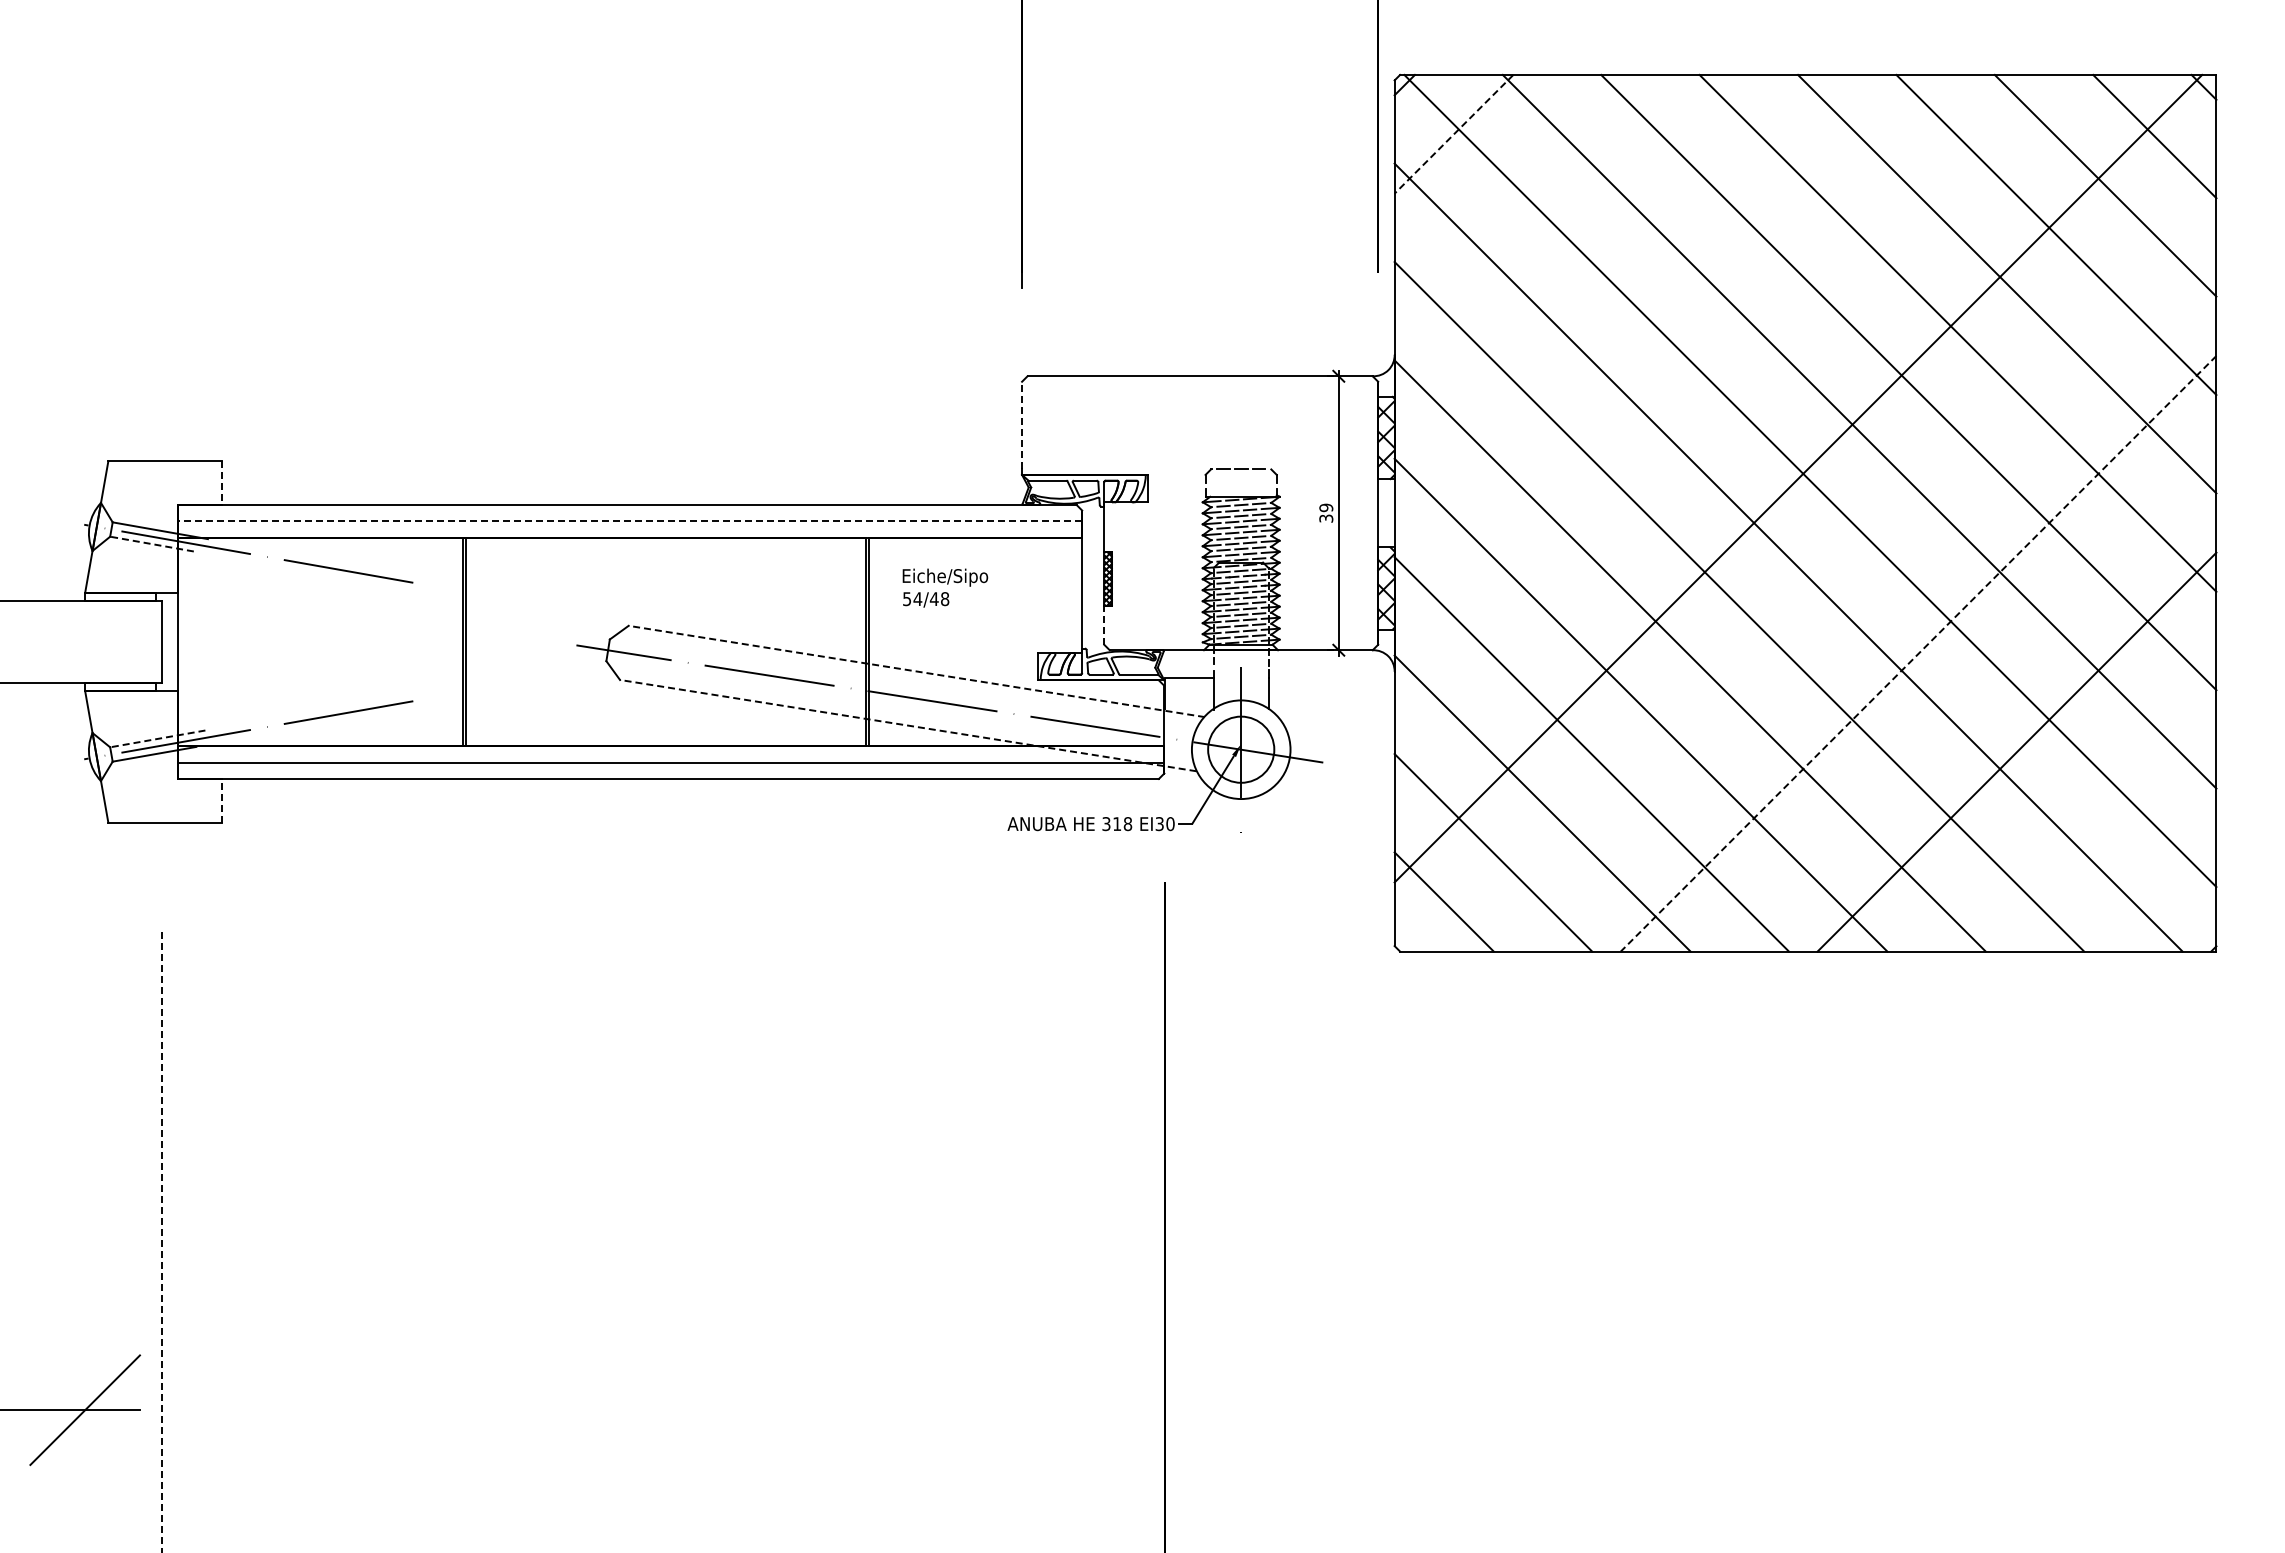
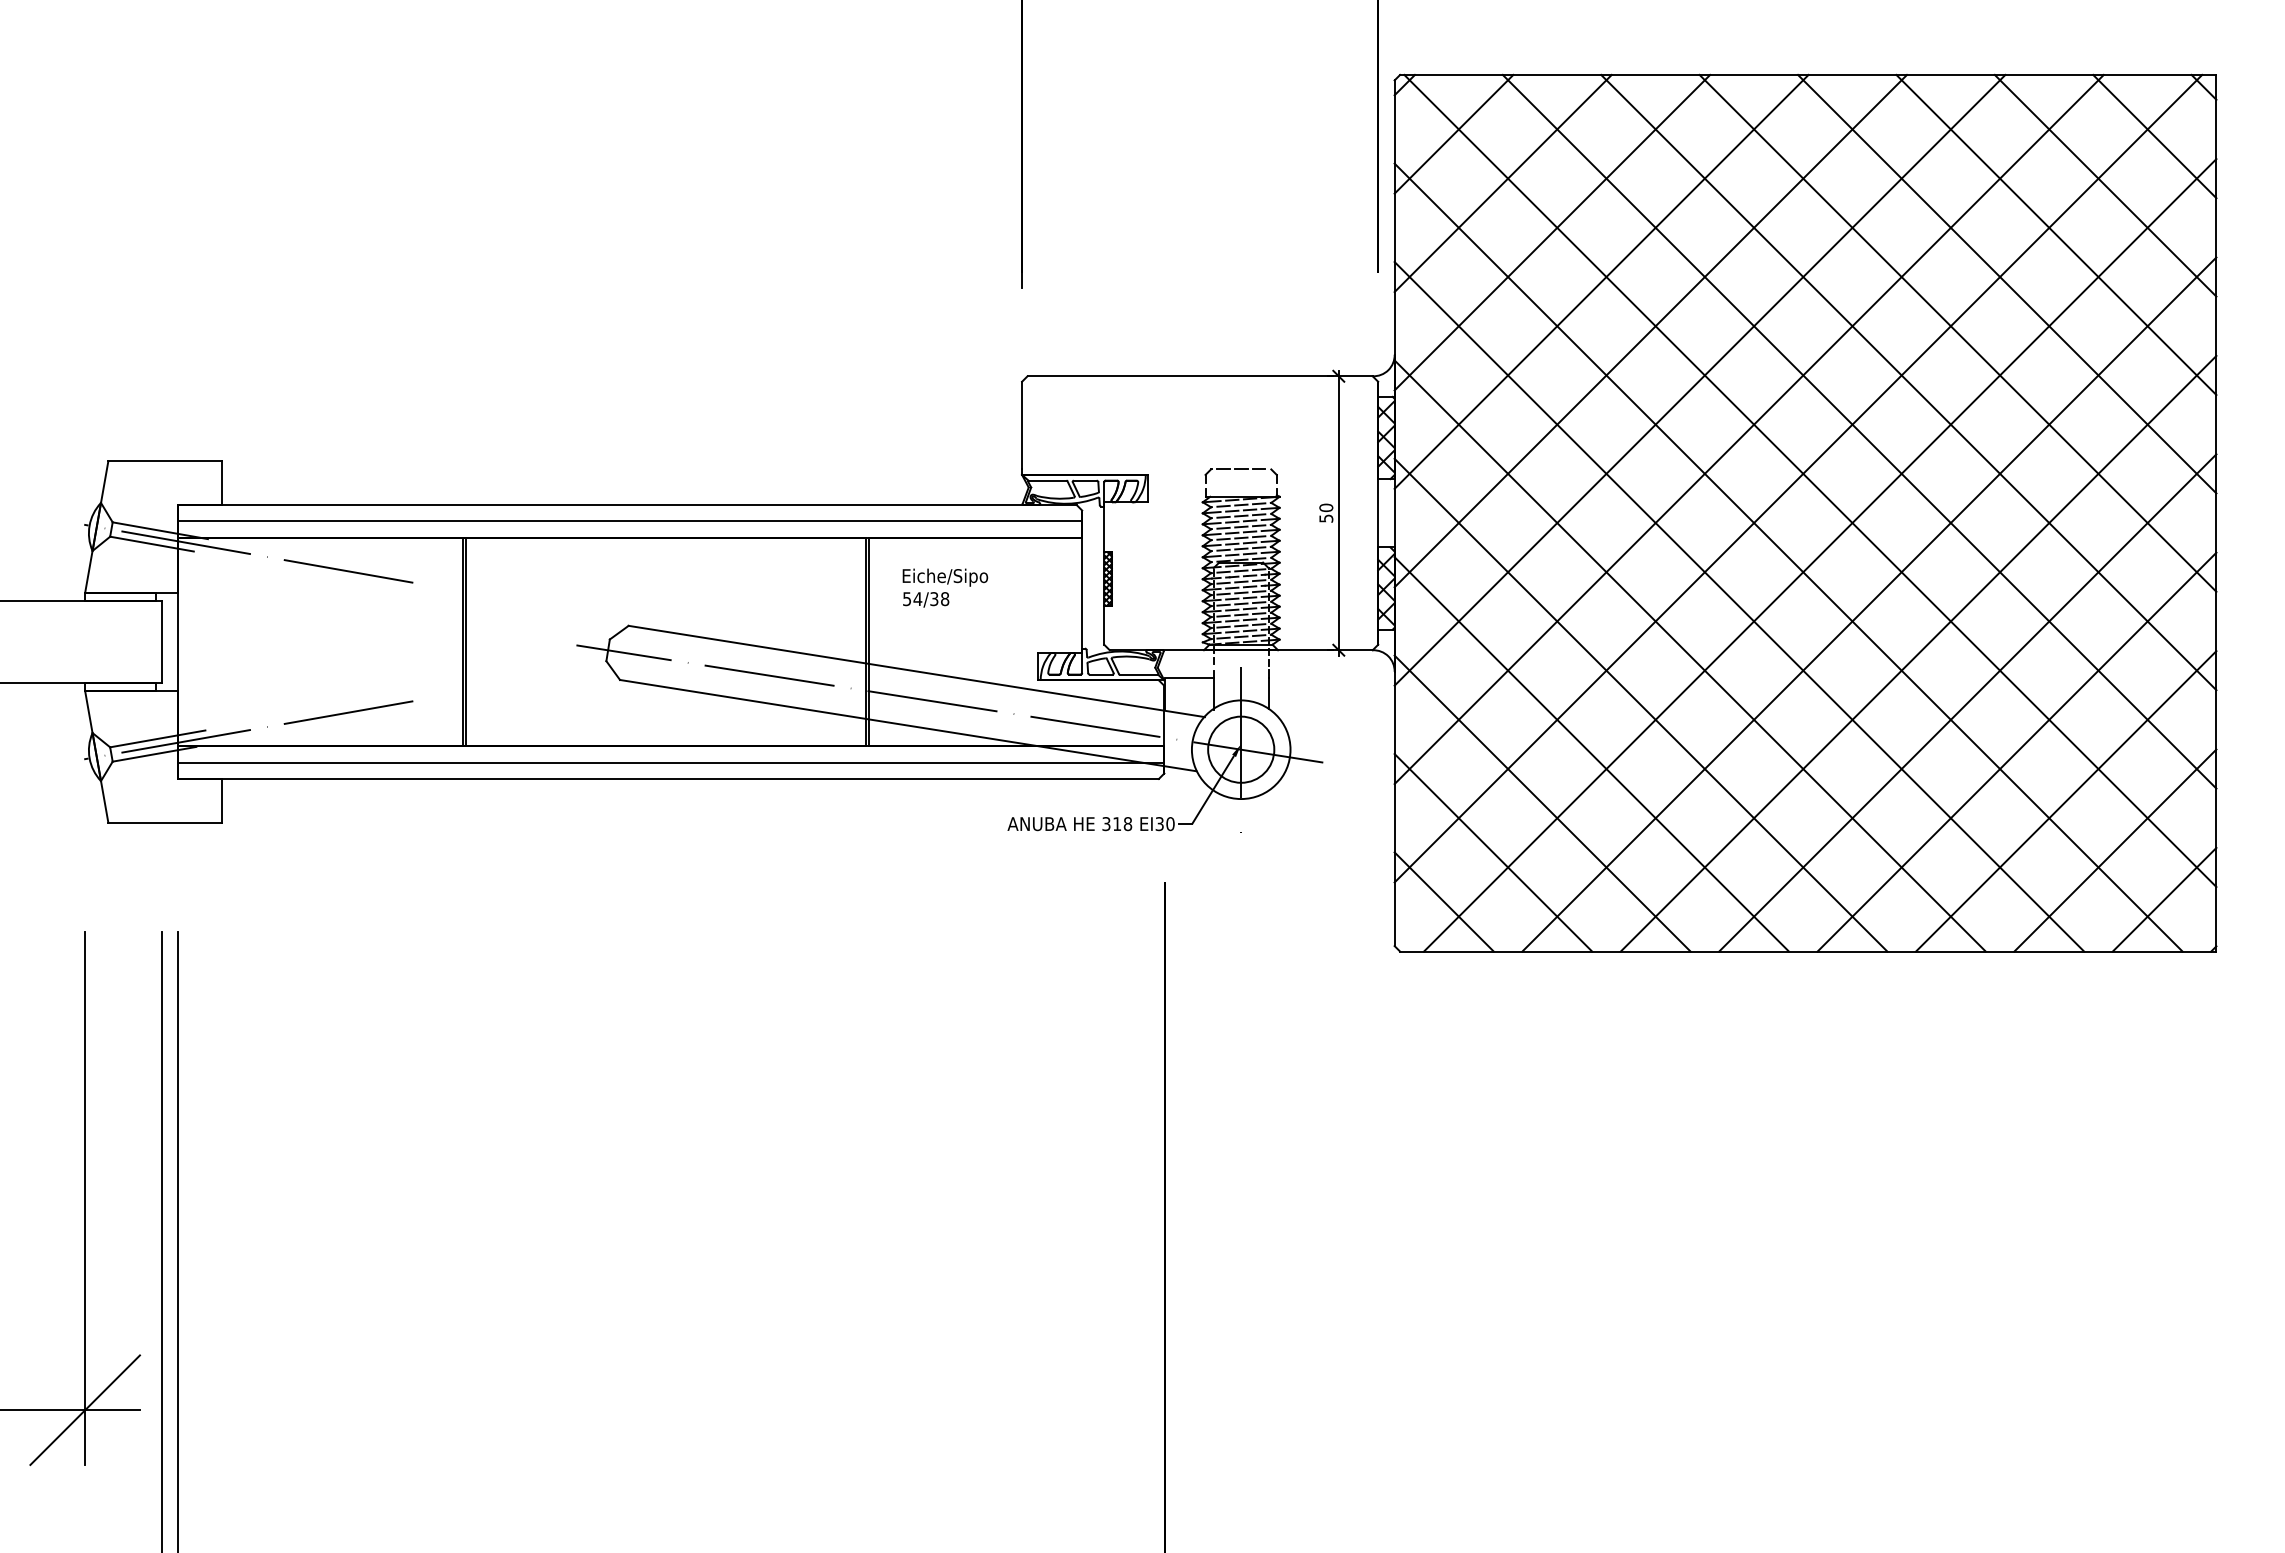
line at (1453, 134): dashed -> solid
line at (1502, 183): none -> present
line at (1552, 232): none -> present
line at (1601, 281): none -> present
line at (1650, 330): none -> present
line at (1699, 379): none -> present
line at (1022, 425): dashed -> solid
line at (1748, 429): none -> present
line at (222, 483): dashed -> solid
text at (1326, 512): 39 -> 50
line at (630, 521): dashed -> solid
line at (151, 544): dashed -> solid
line at (1819, 555): none -> present
text at (933, 599): 54/48 -> 54/38
line at (1869, 604): none -> present
line at (1104, 625): dashed -> solid
line at (1918, 654): dashed -> solid
line at (916, 671): dashed -> solid
line at (1967, 702): none -> present
line at (908, 725): dashed -> solid
line at (157, 739): dashed -> solid
line at (222, 800): dashed -> solid
line at (2065, 801): none -> present
line at (2115, 850): none -> present
line at (2164, 899): none -> present
line at (85, 1198): none -> present
line at (178, 1240): none -> present
line at (161, 1242): dashed -> solid
